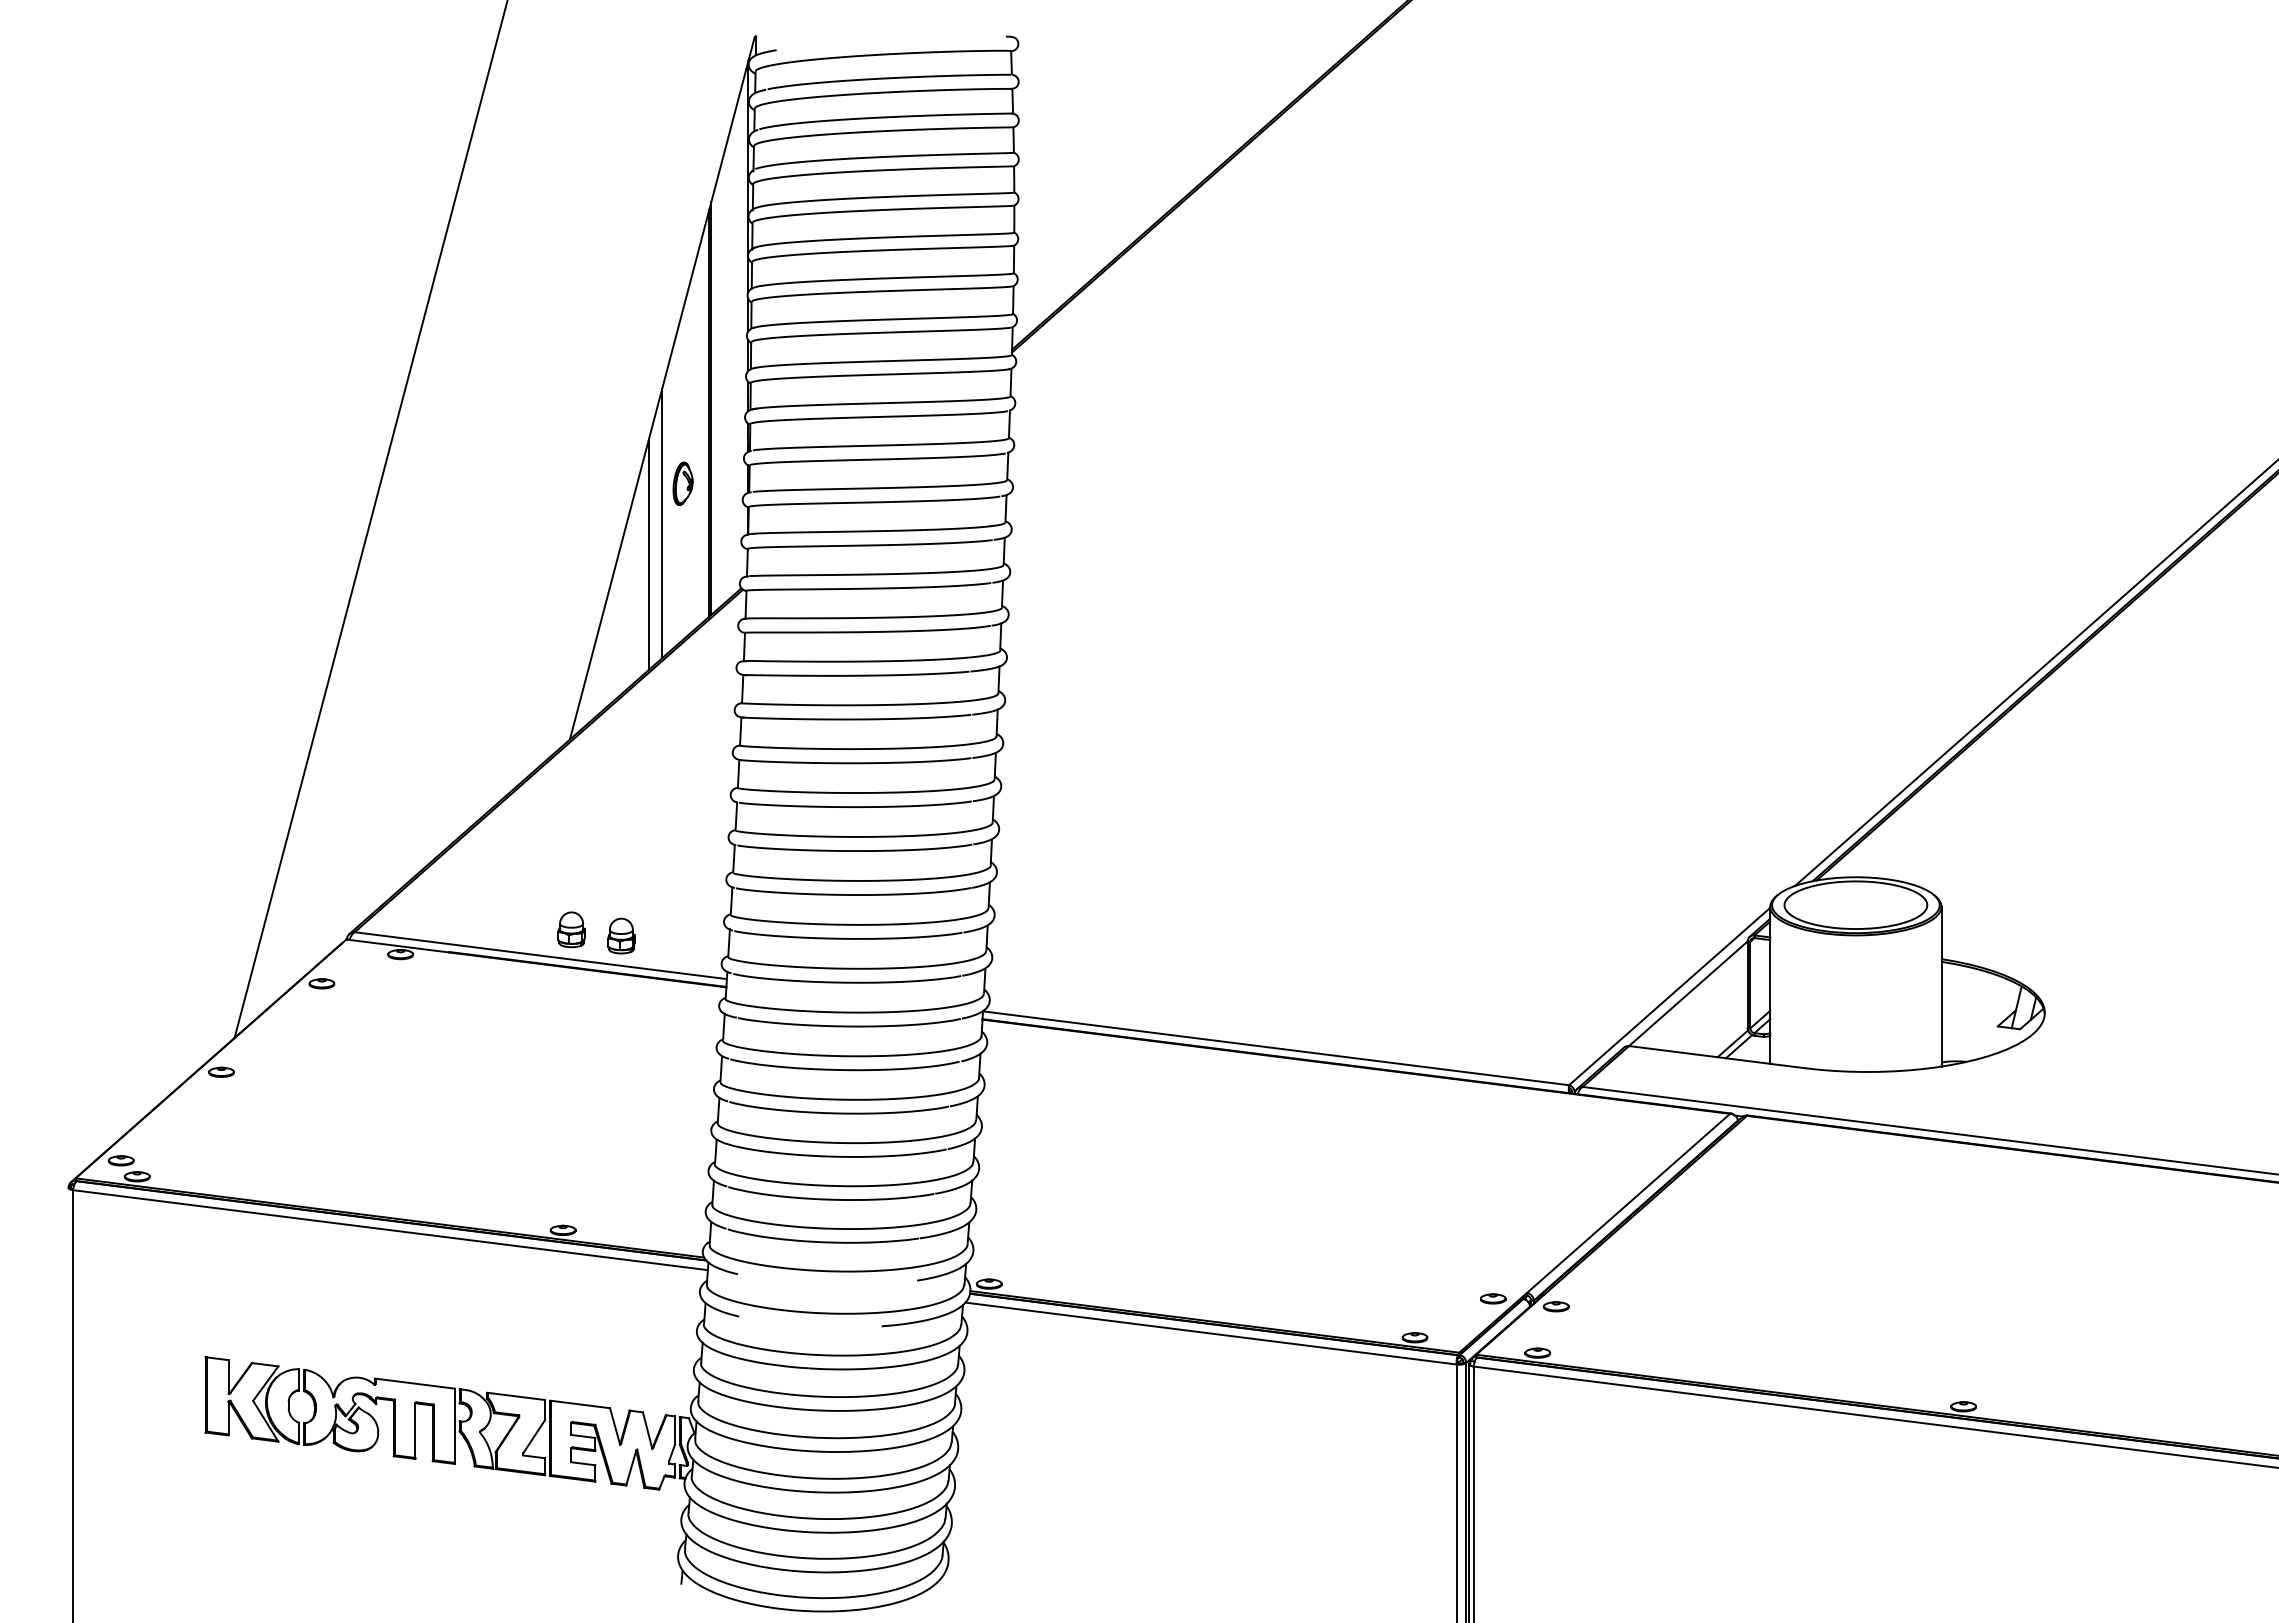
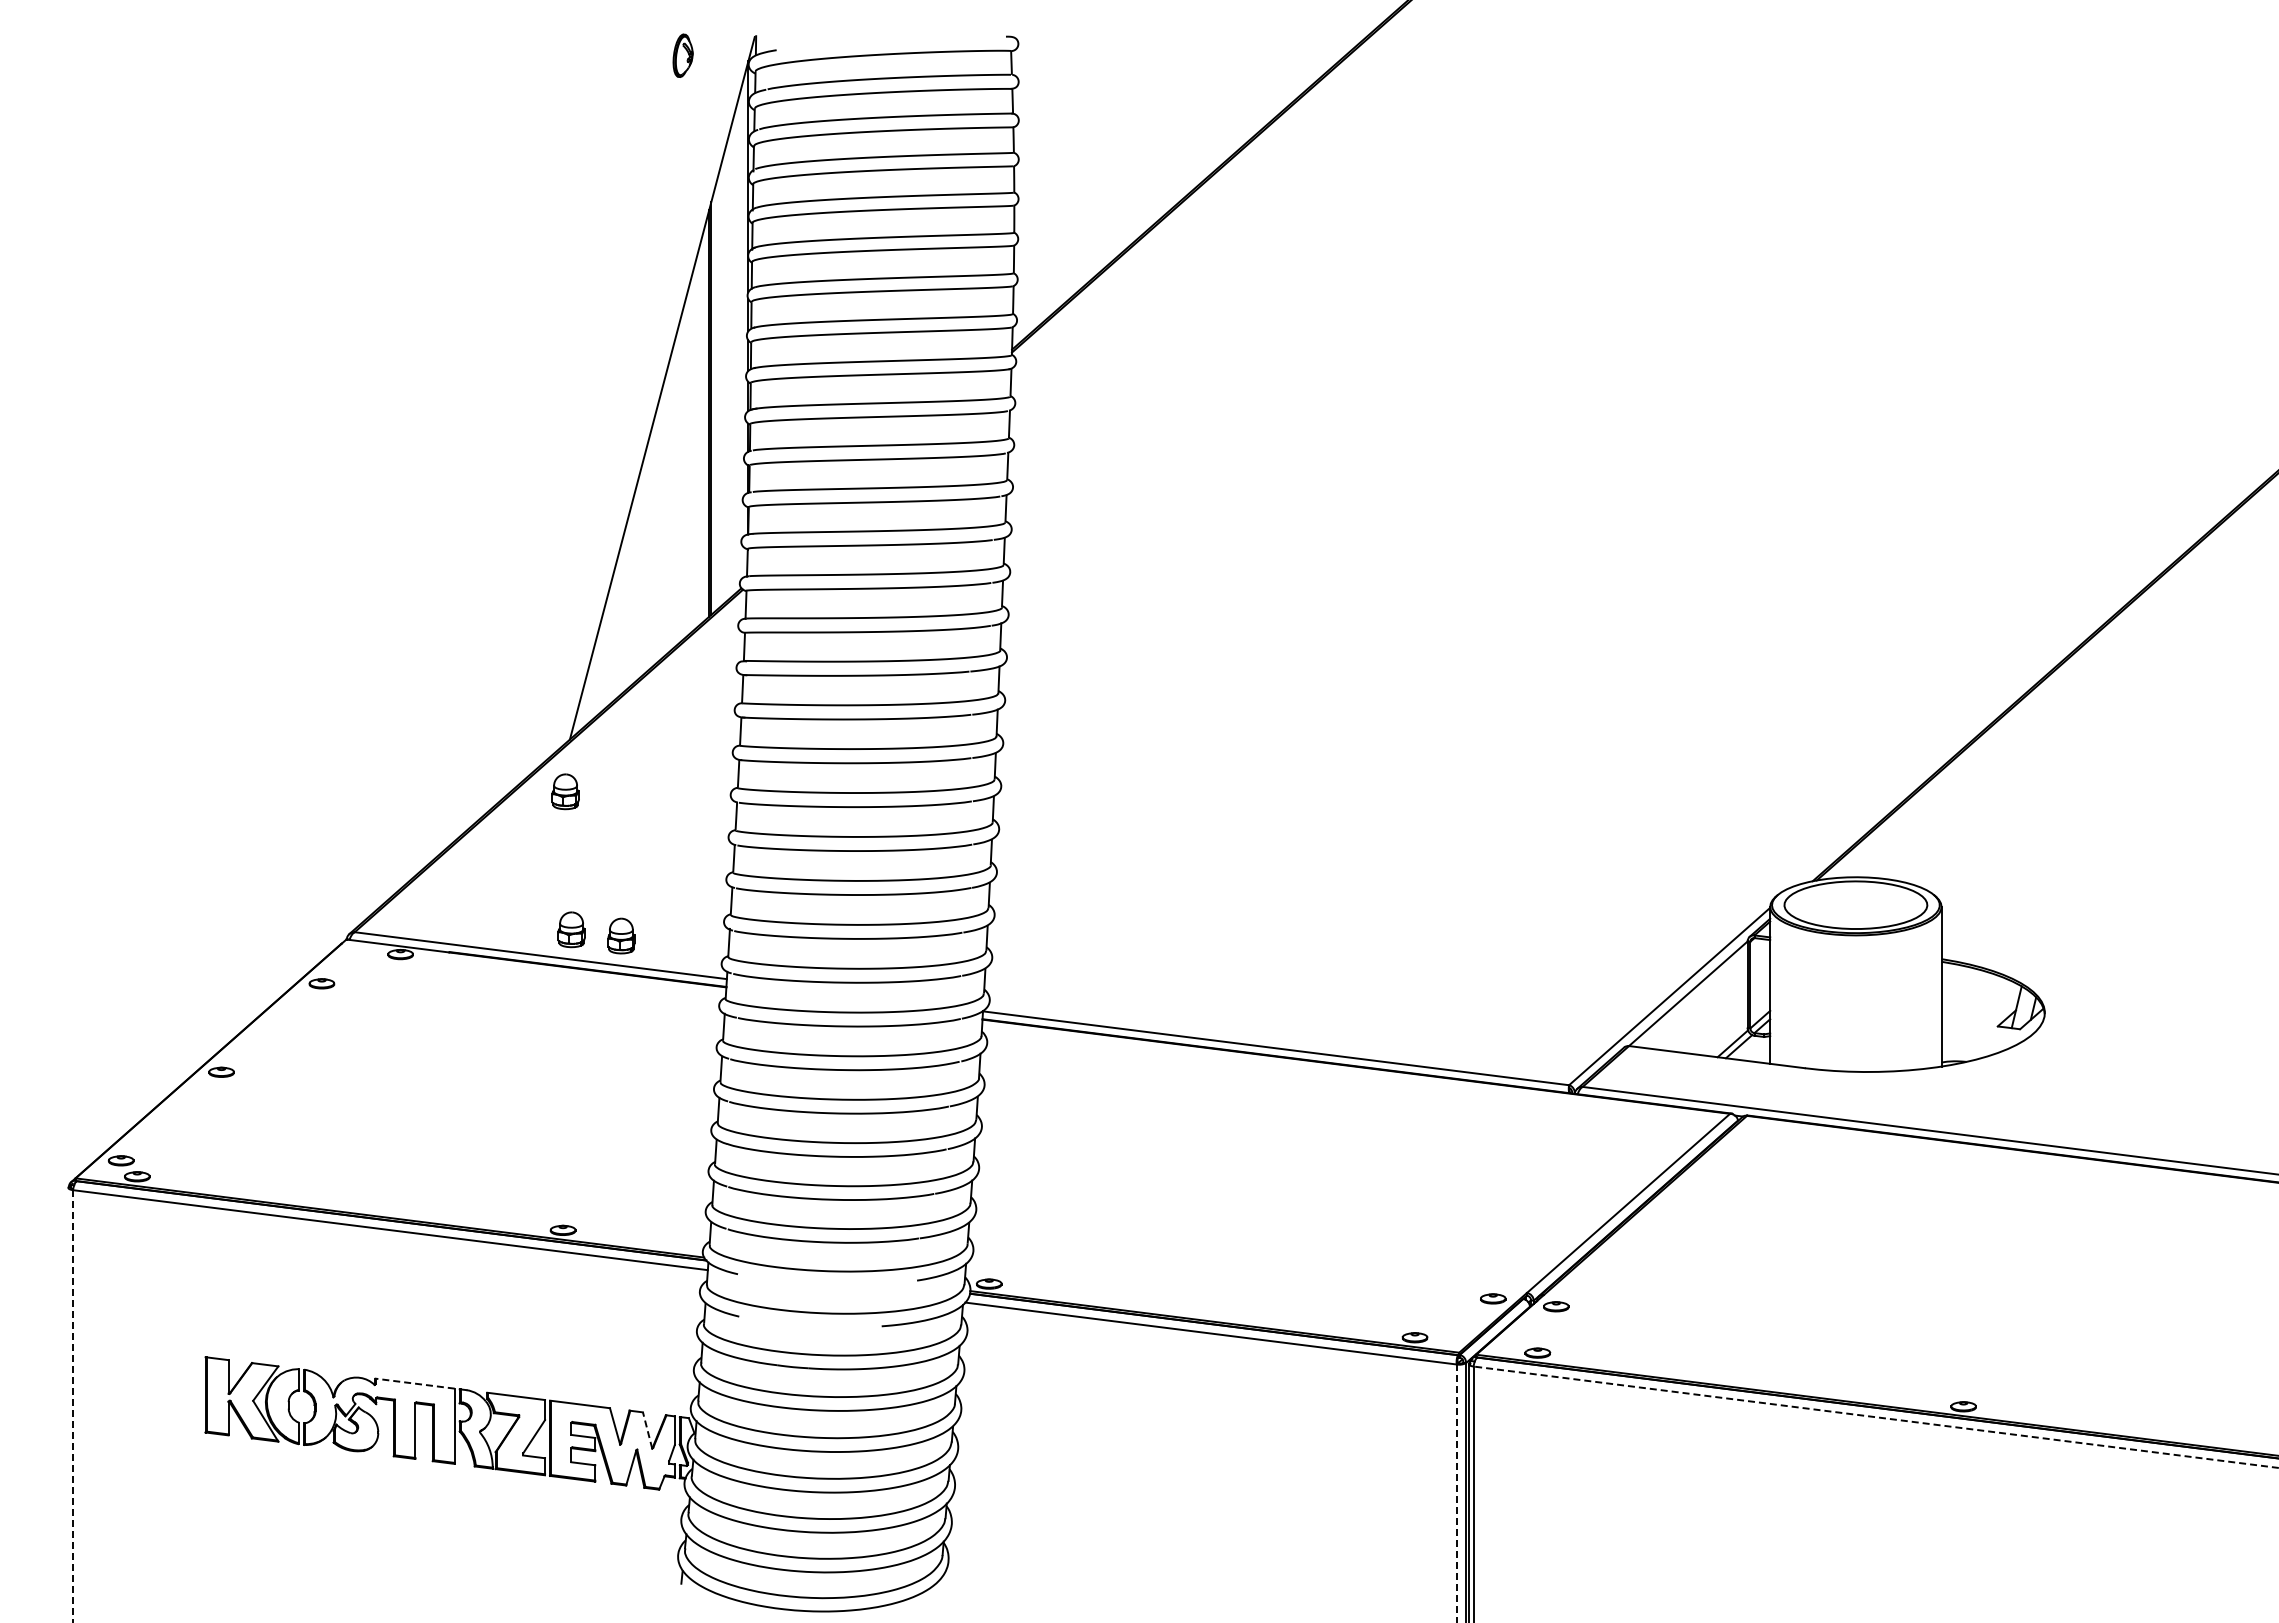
part at (682, 483) position: (682, 483) -> (682, 55)
line at (370, 520): present -> none
line at (662, 523): present -> none
line at (648, 554): present -> none
line at (2035, 673): present -> none
part at (565, 791): none -> present
line at (414, 1383): solid -> dashed
line at (73, 1406): solid -> dashed
line at (1875, 1417): solid -> dashed
line at (647, 1430): solid -> dashed
line at (1456, 1493): solid -> dashed
